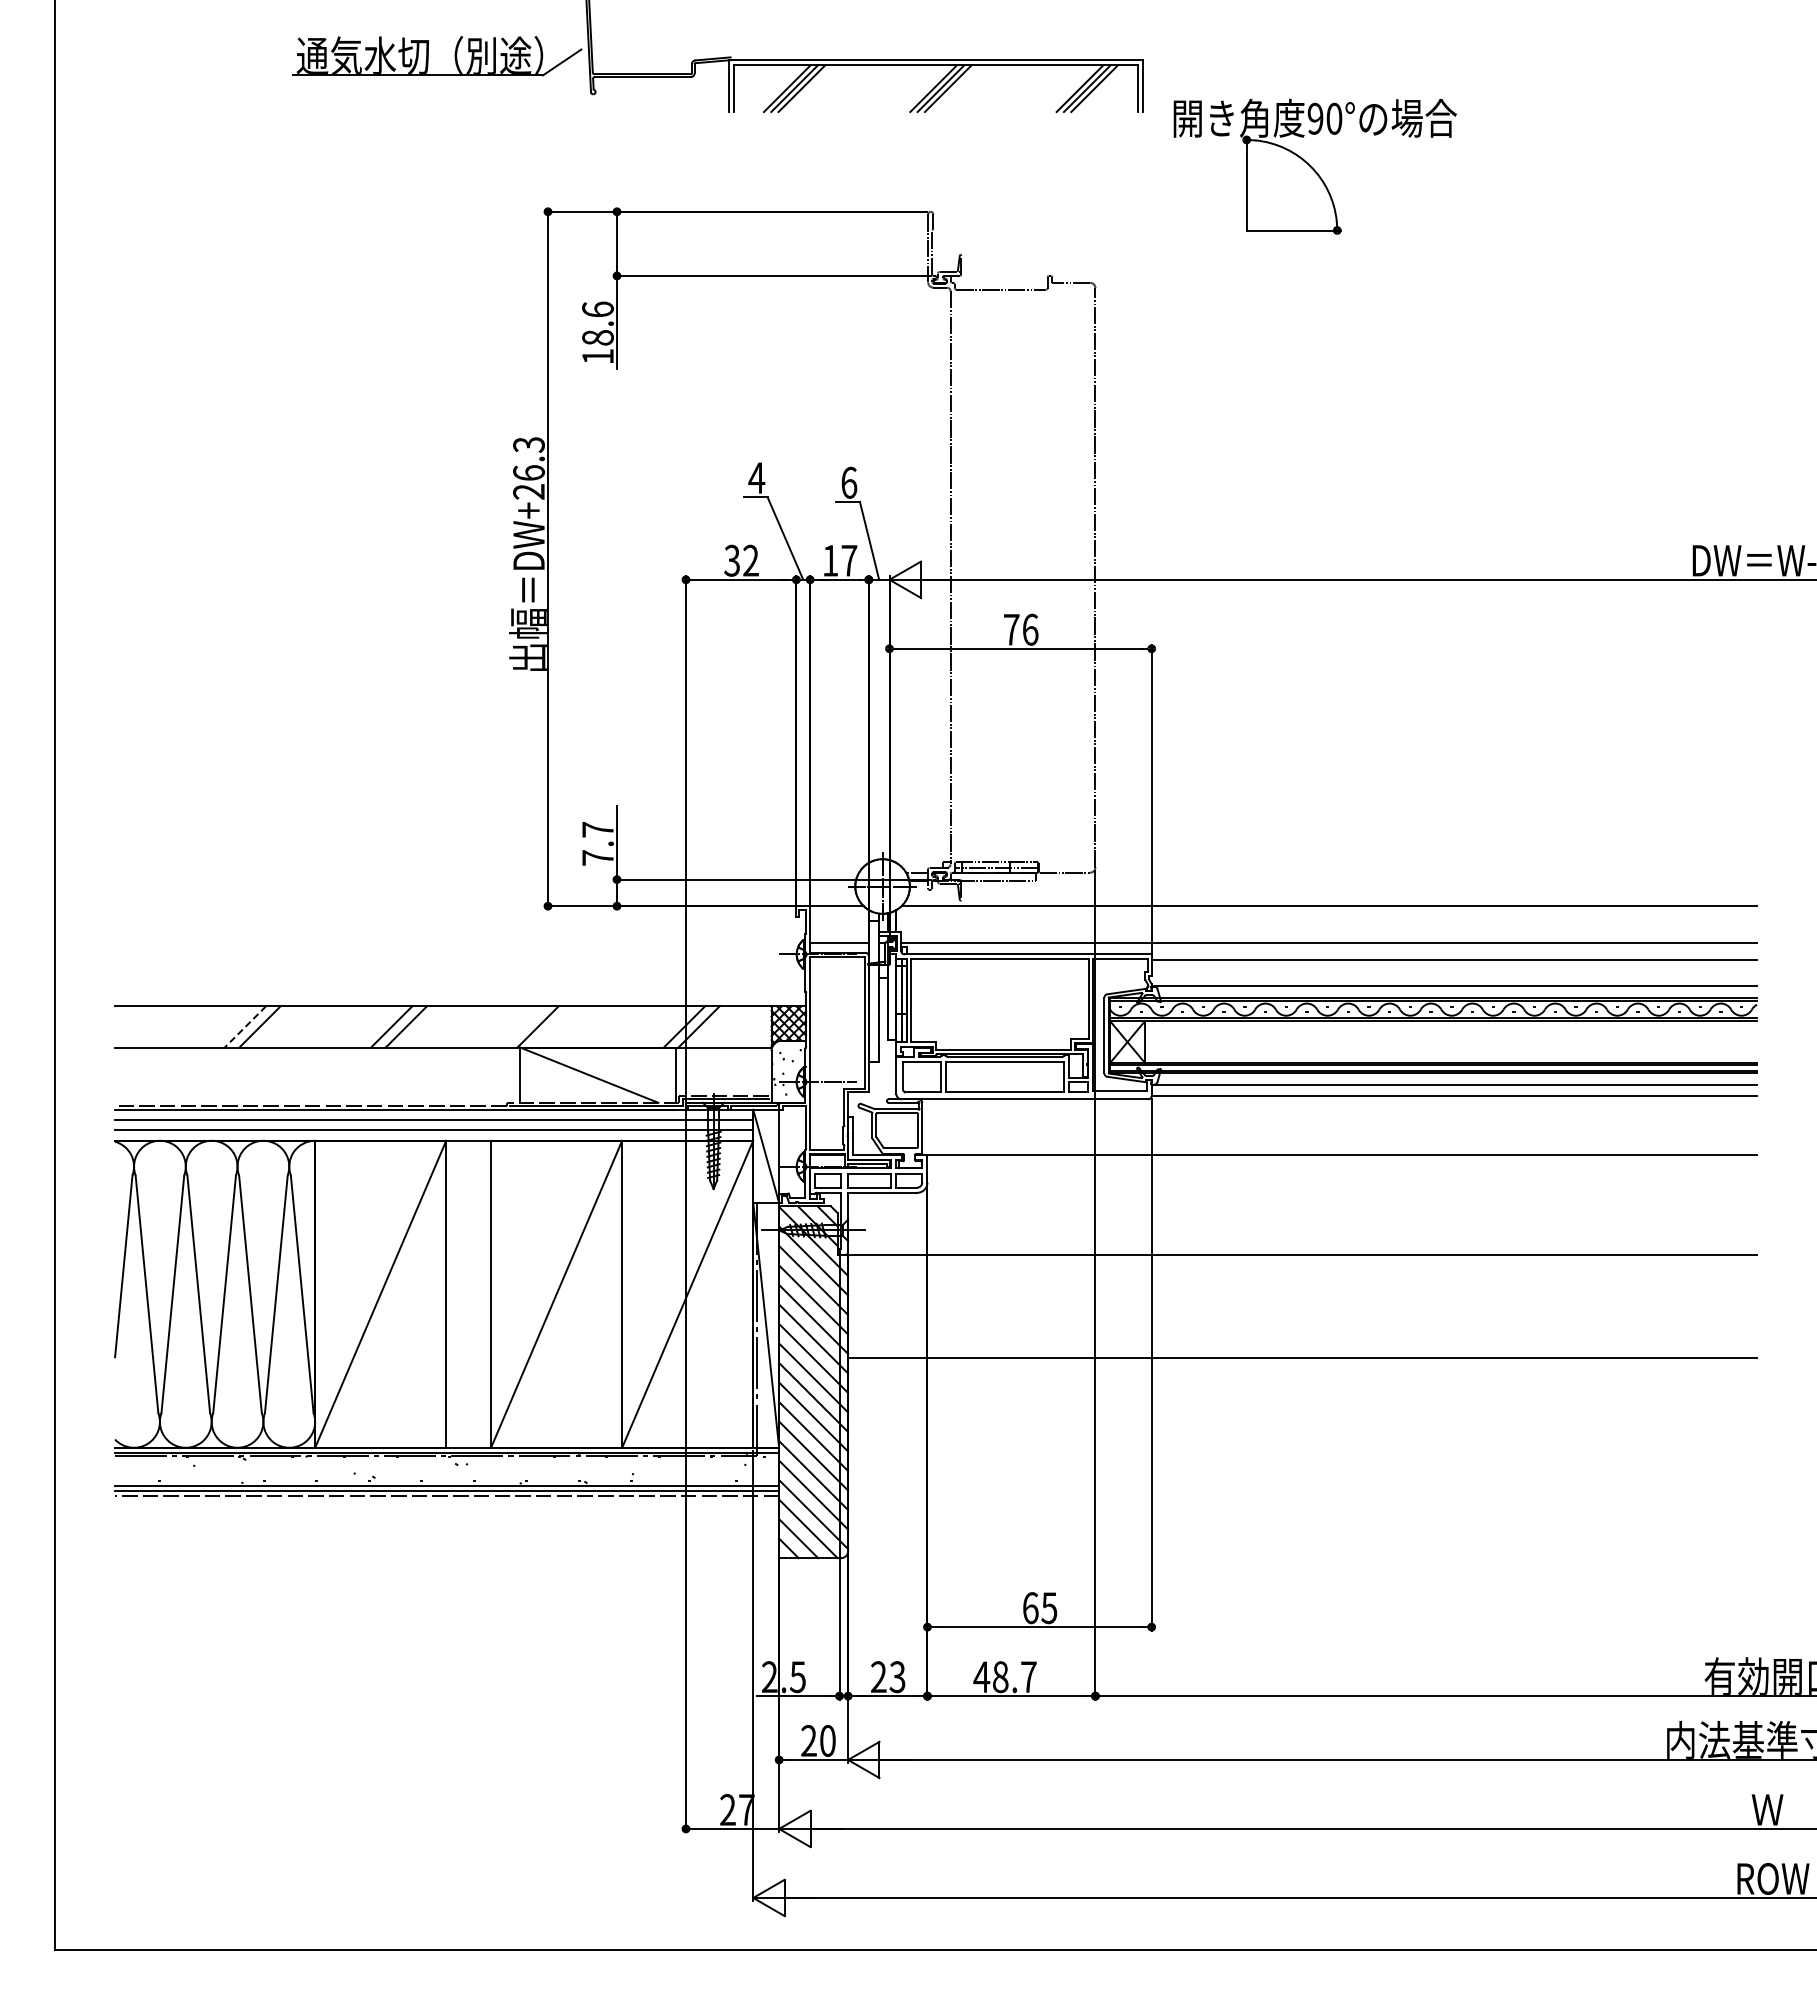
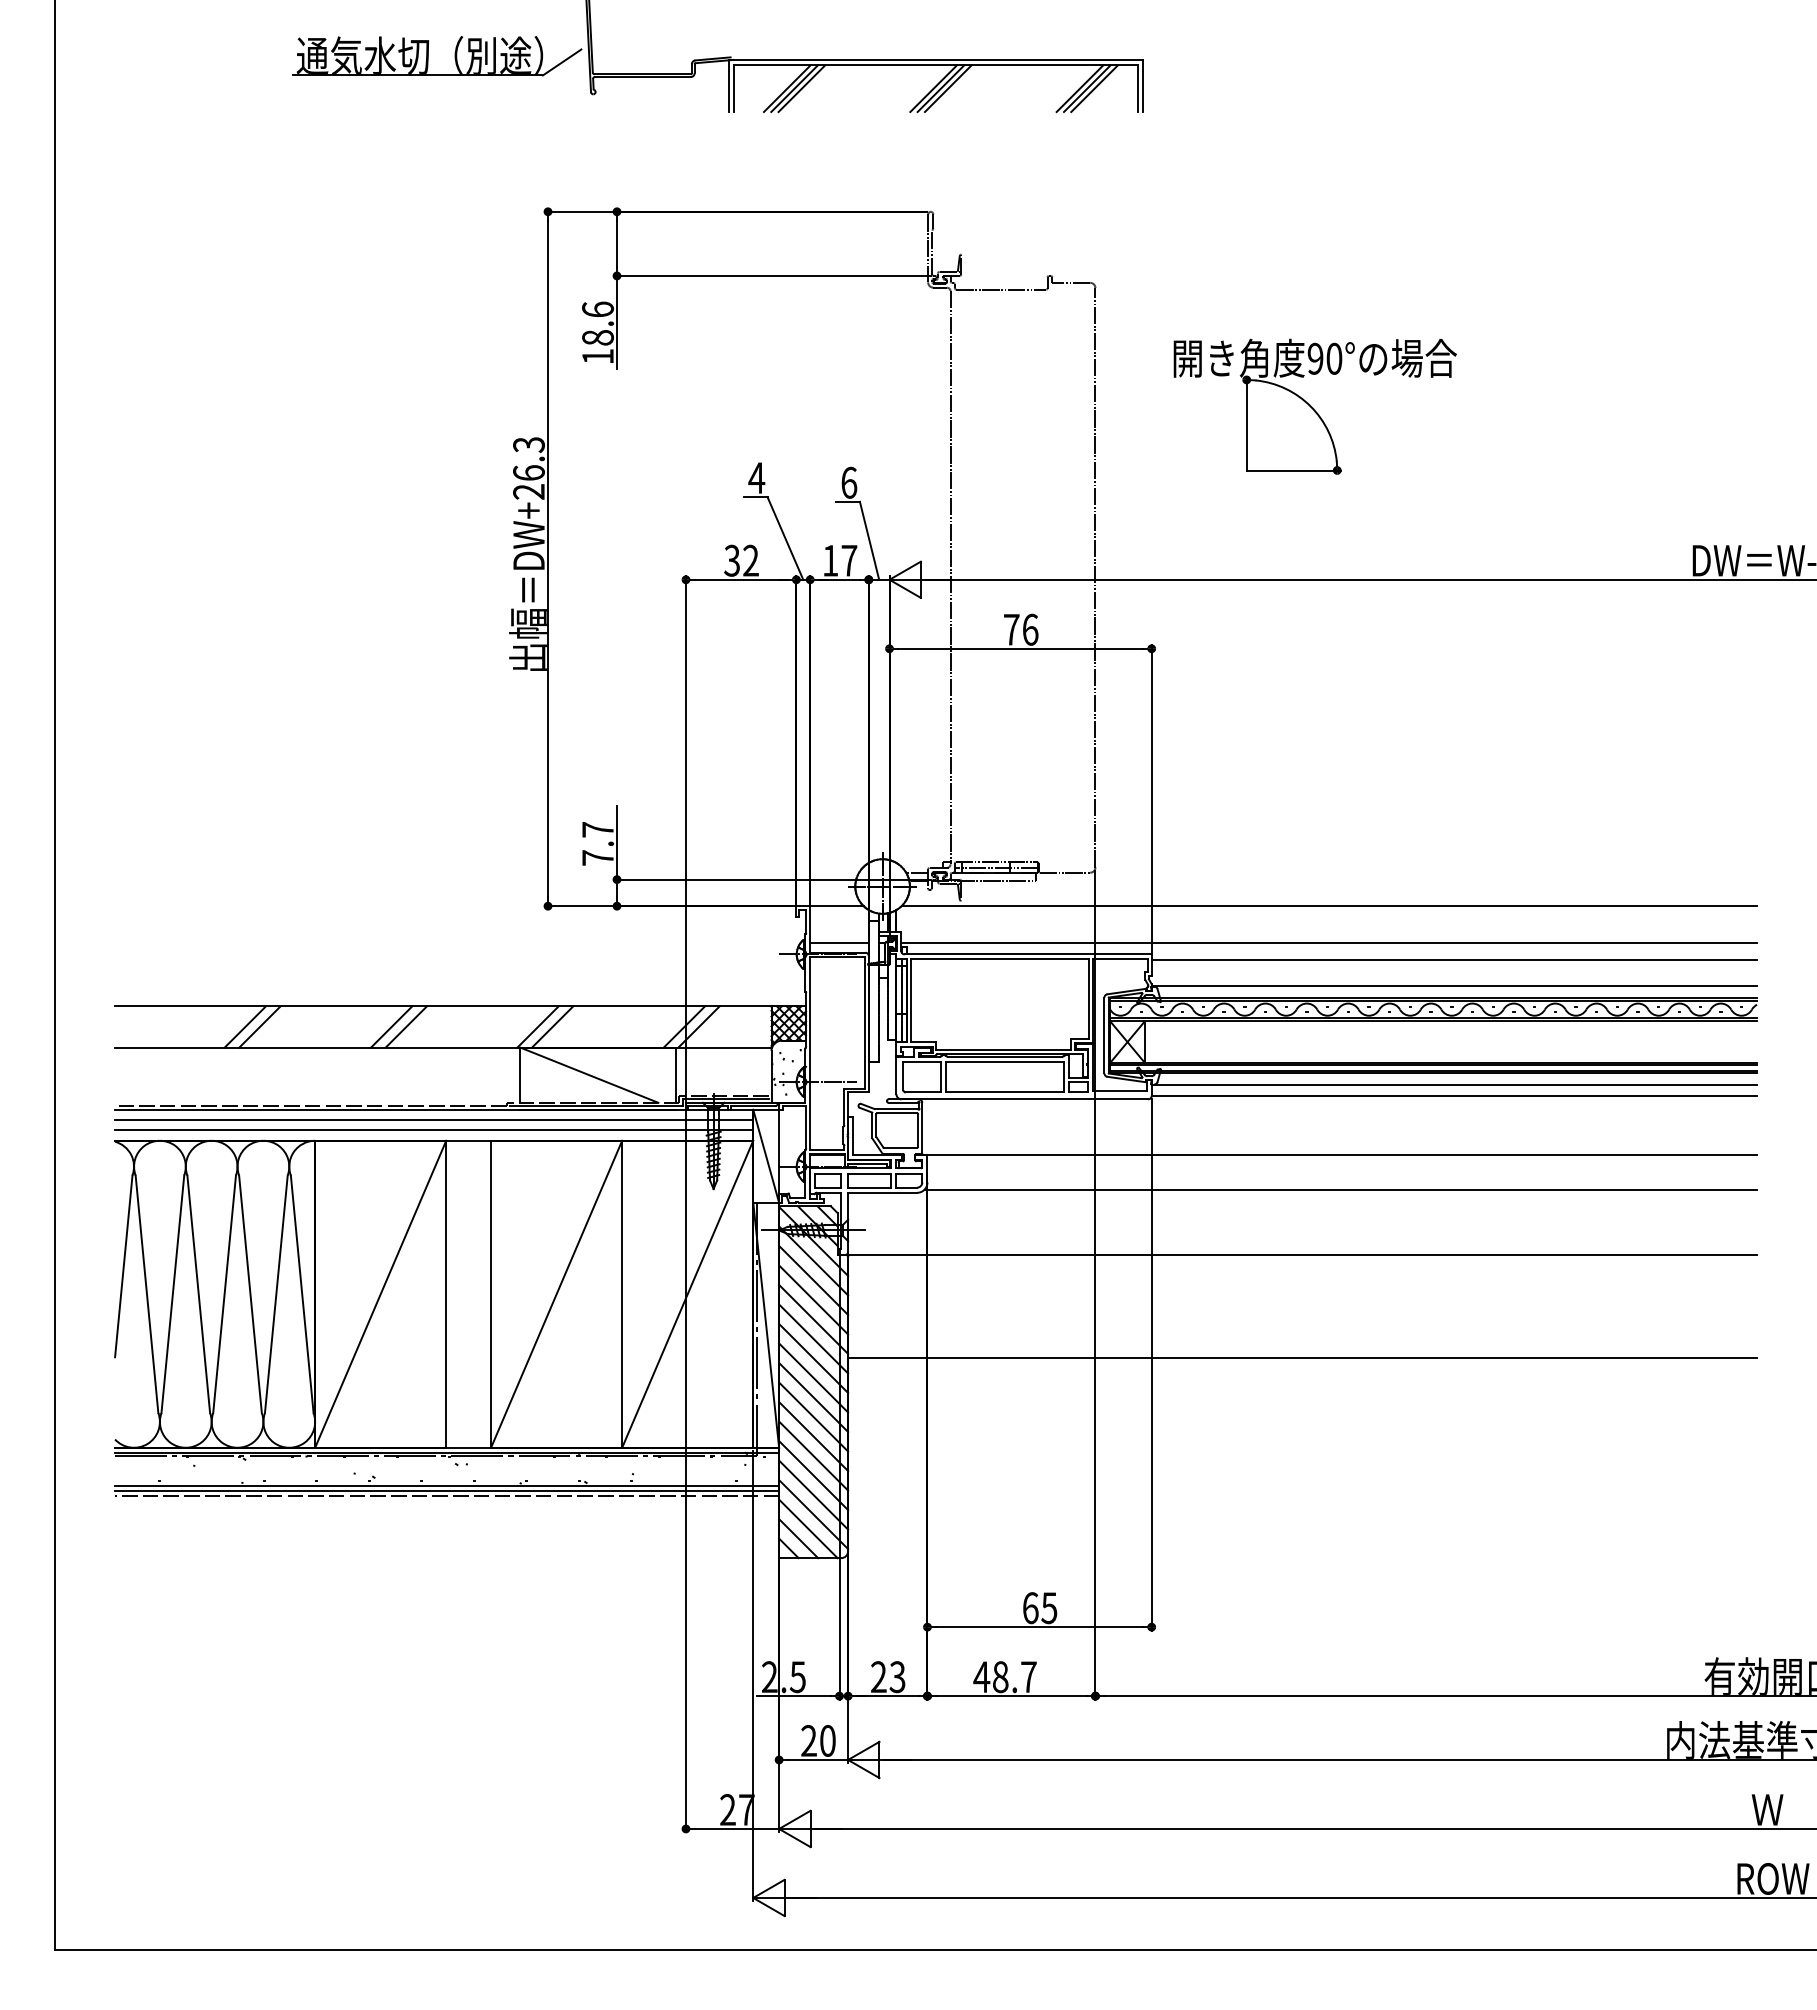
part at (1314, 166) position: (1314, 166) -> (1314, 406)
line at (552, 1026): none -> present
line at (245, 1027): dashed -> solid
line at (1340, 1189): none -> present
